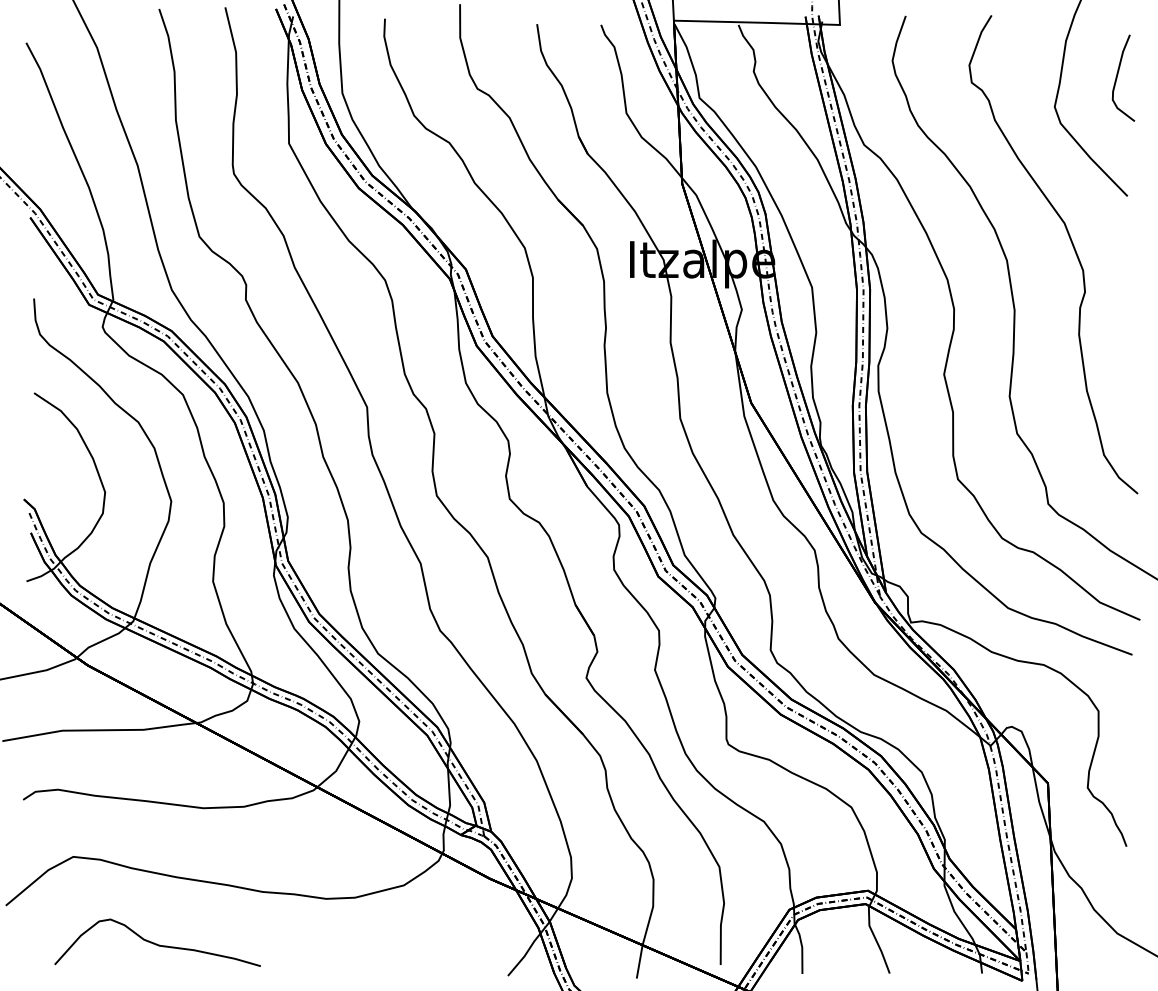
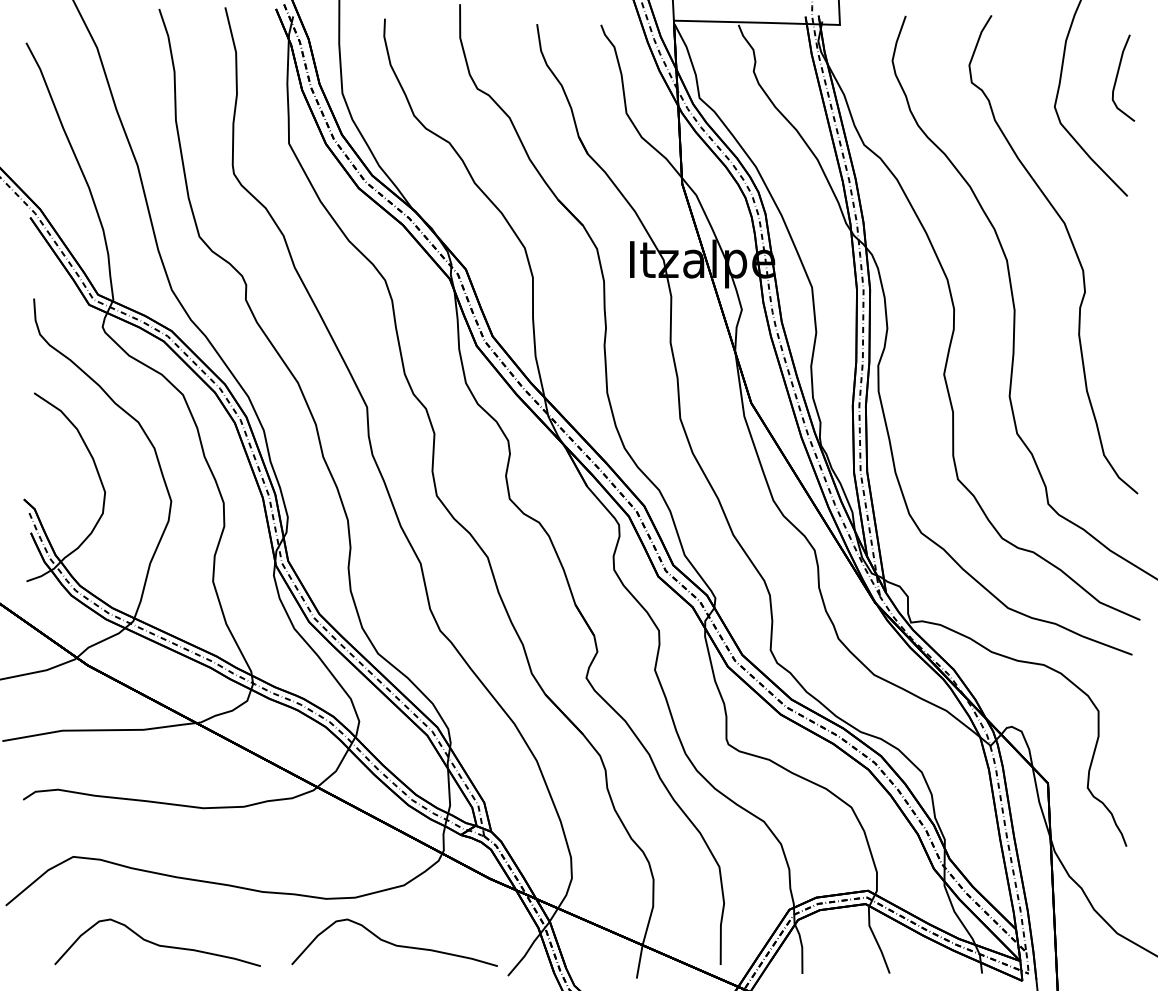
curve at (394, 943): none -> present
